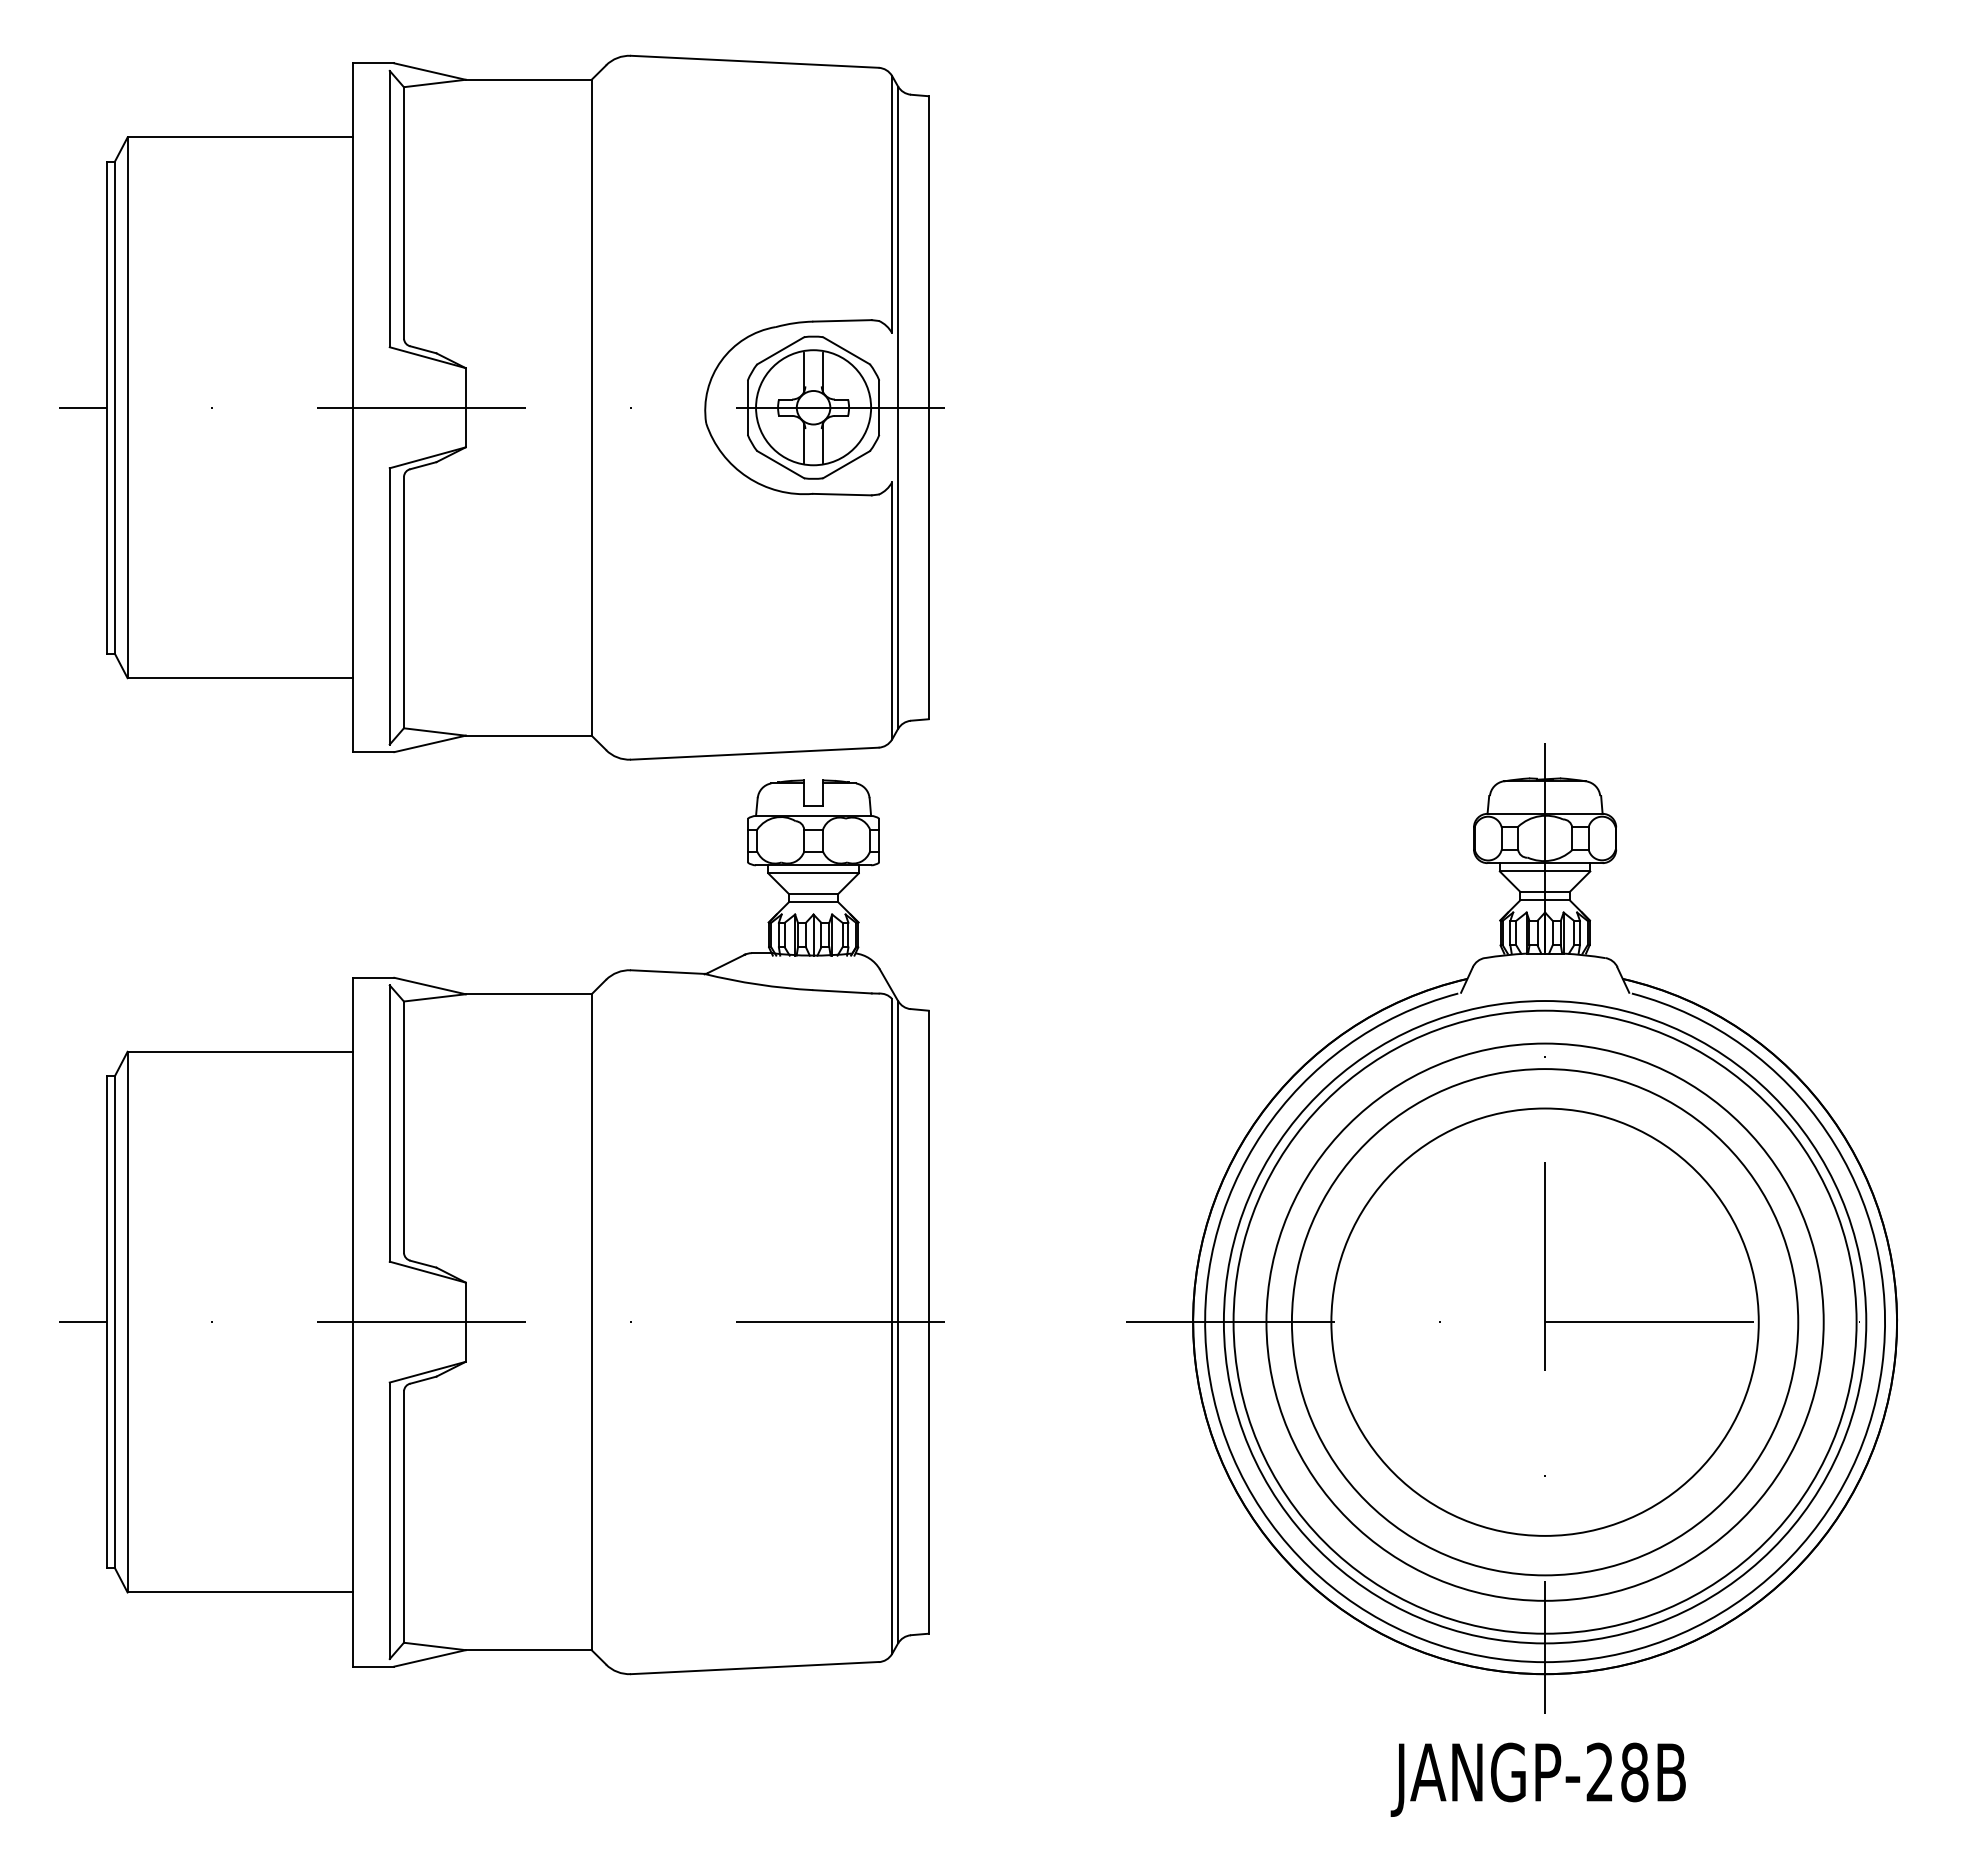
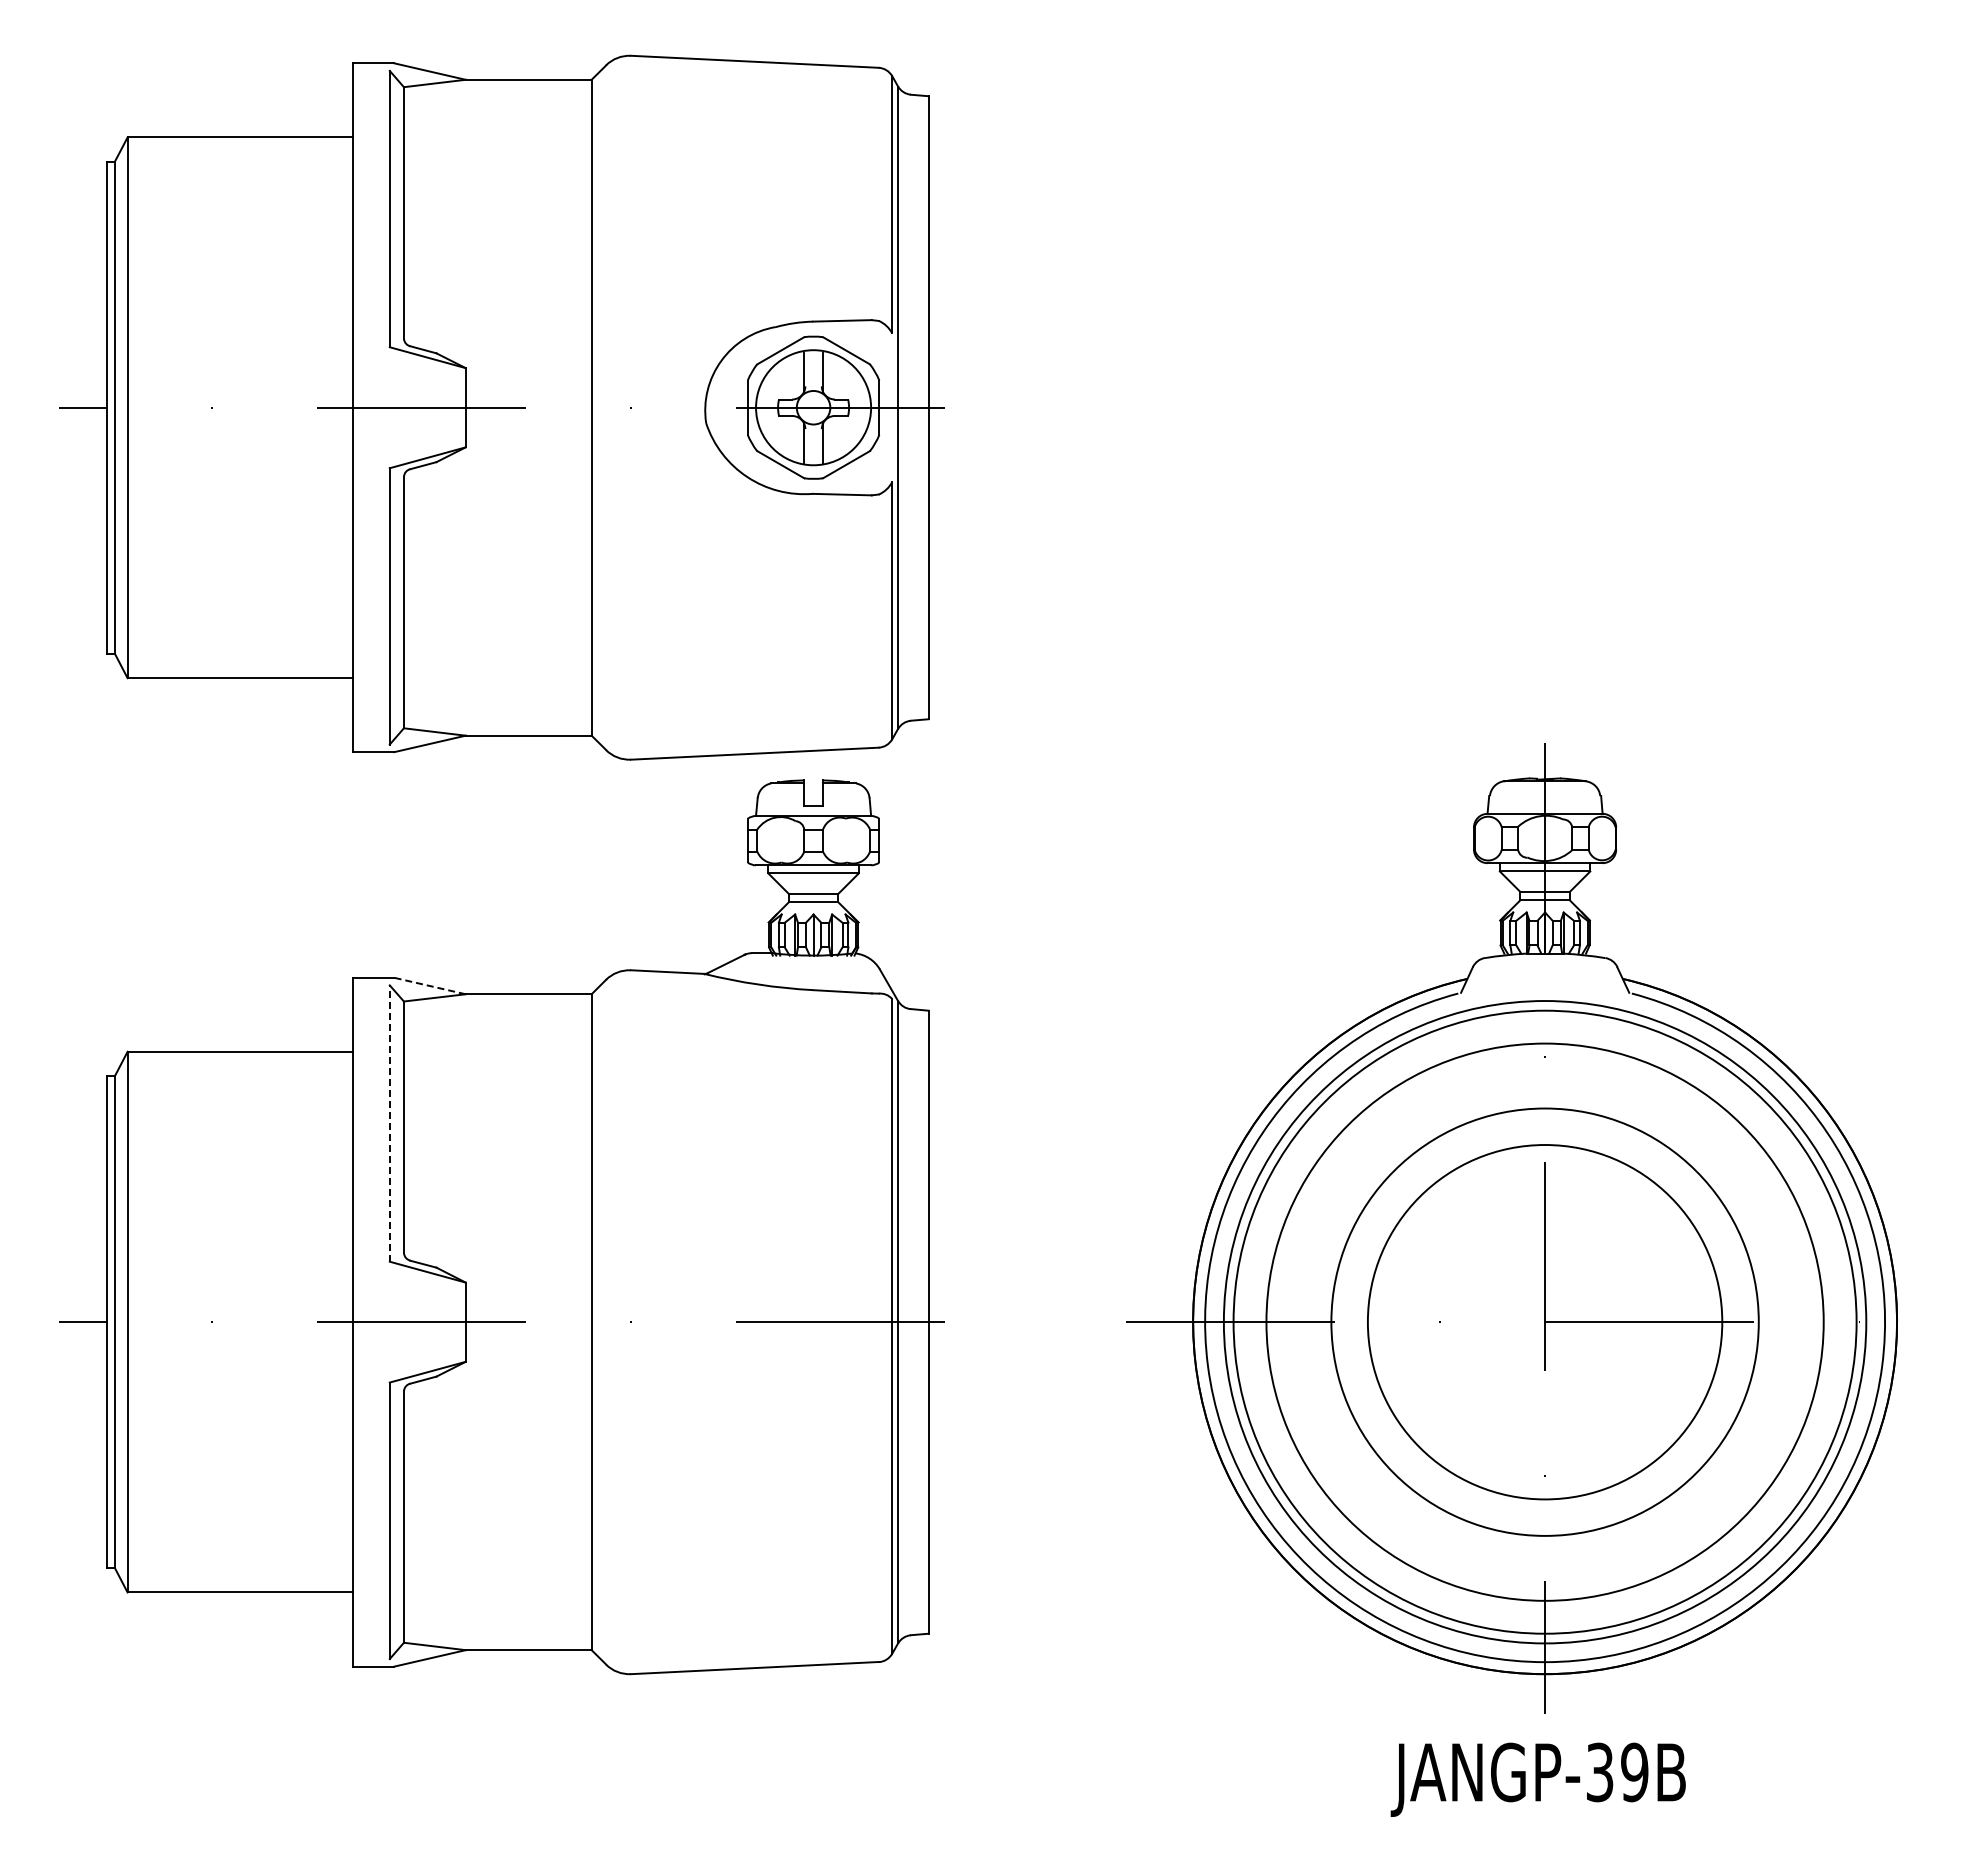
line at (430, 986): solid -> dashed
line at (389, 1123): solid -> dashed
circle at (1544, 1322) diameter: 506 px -> 354 px
text at (1617, 1772): JANGP-28B -> JANGP-39B
